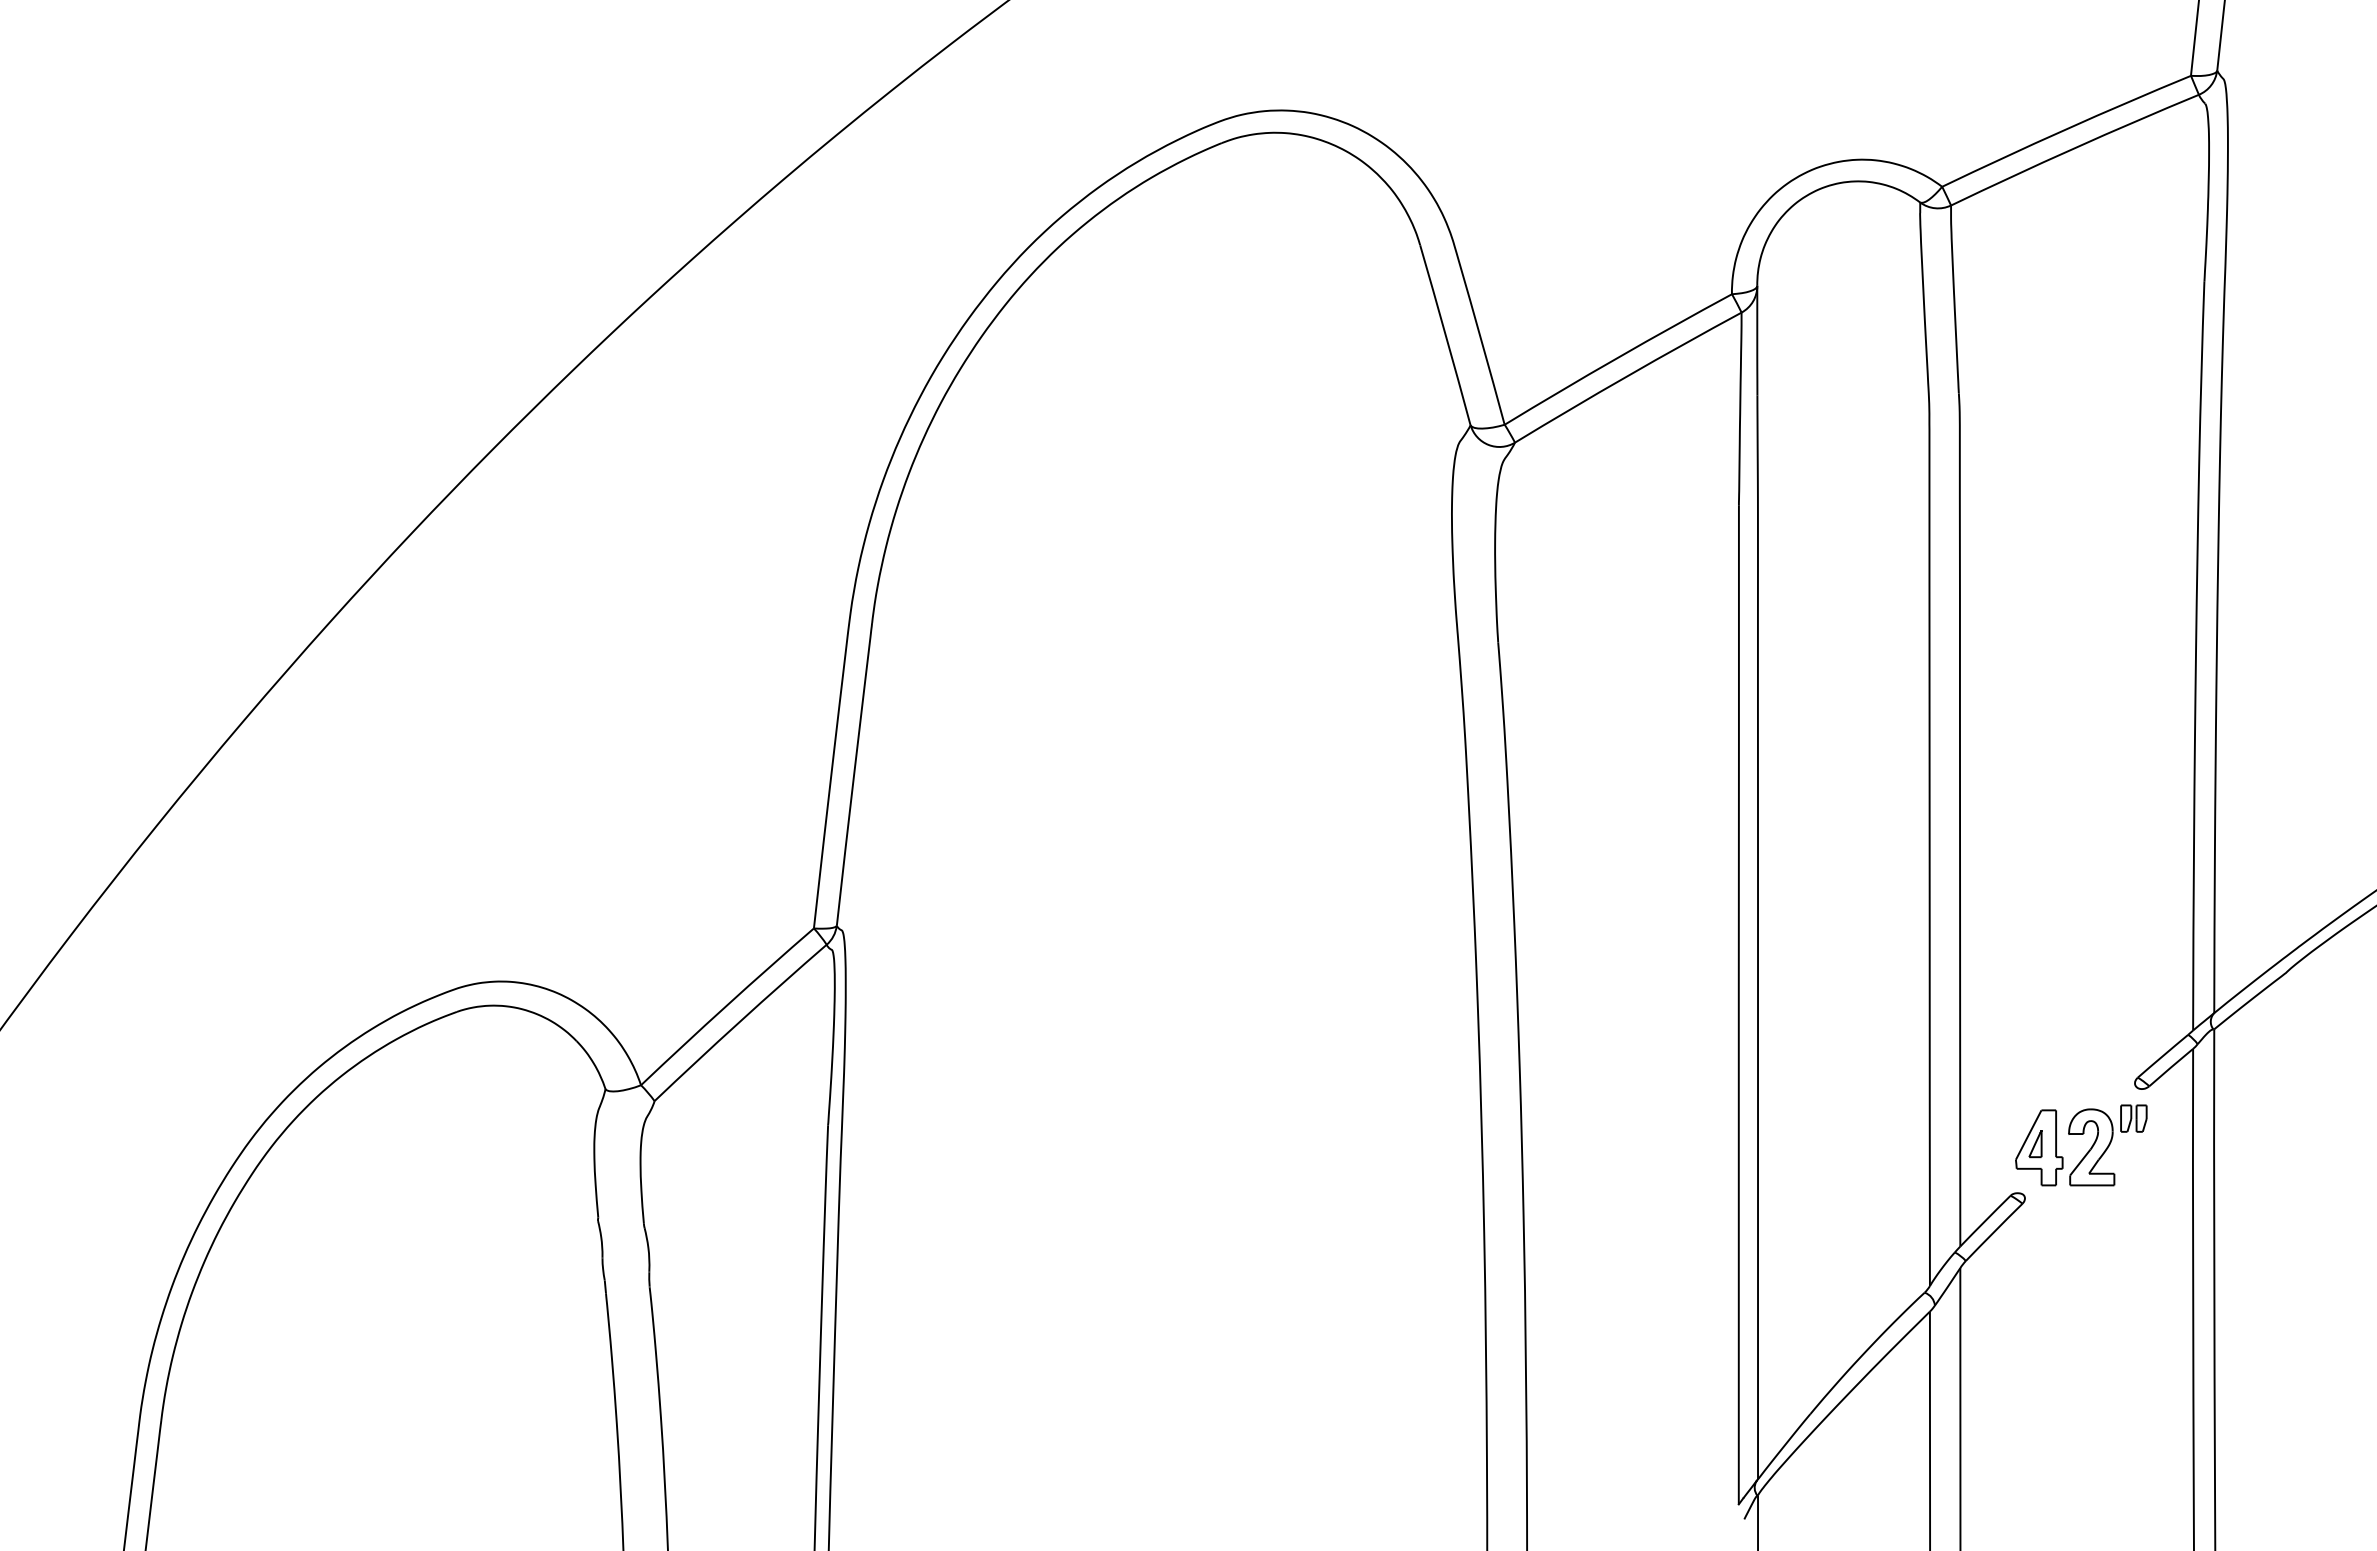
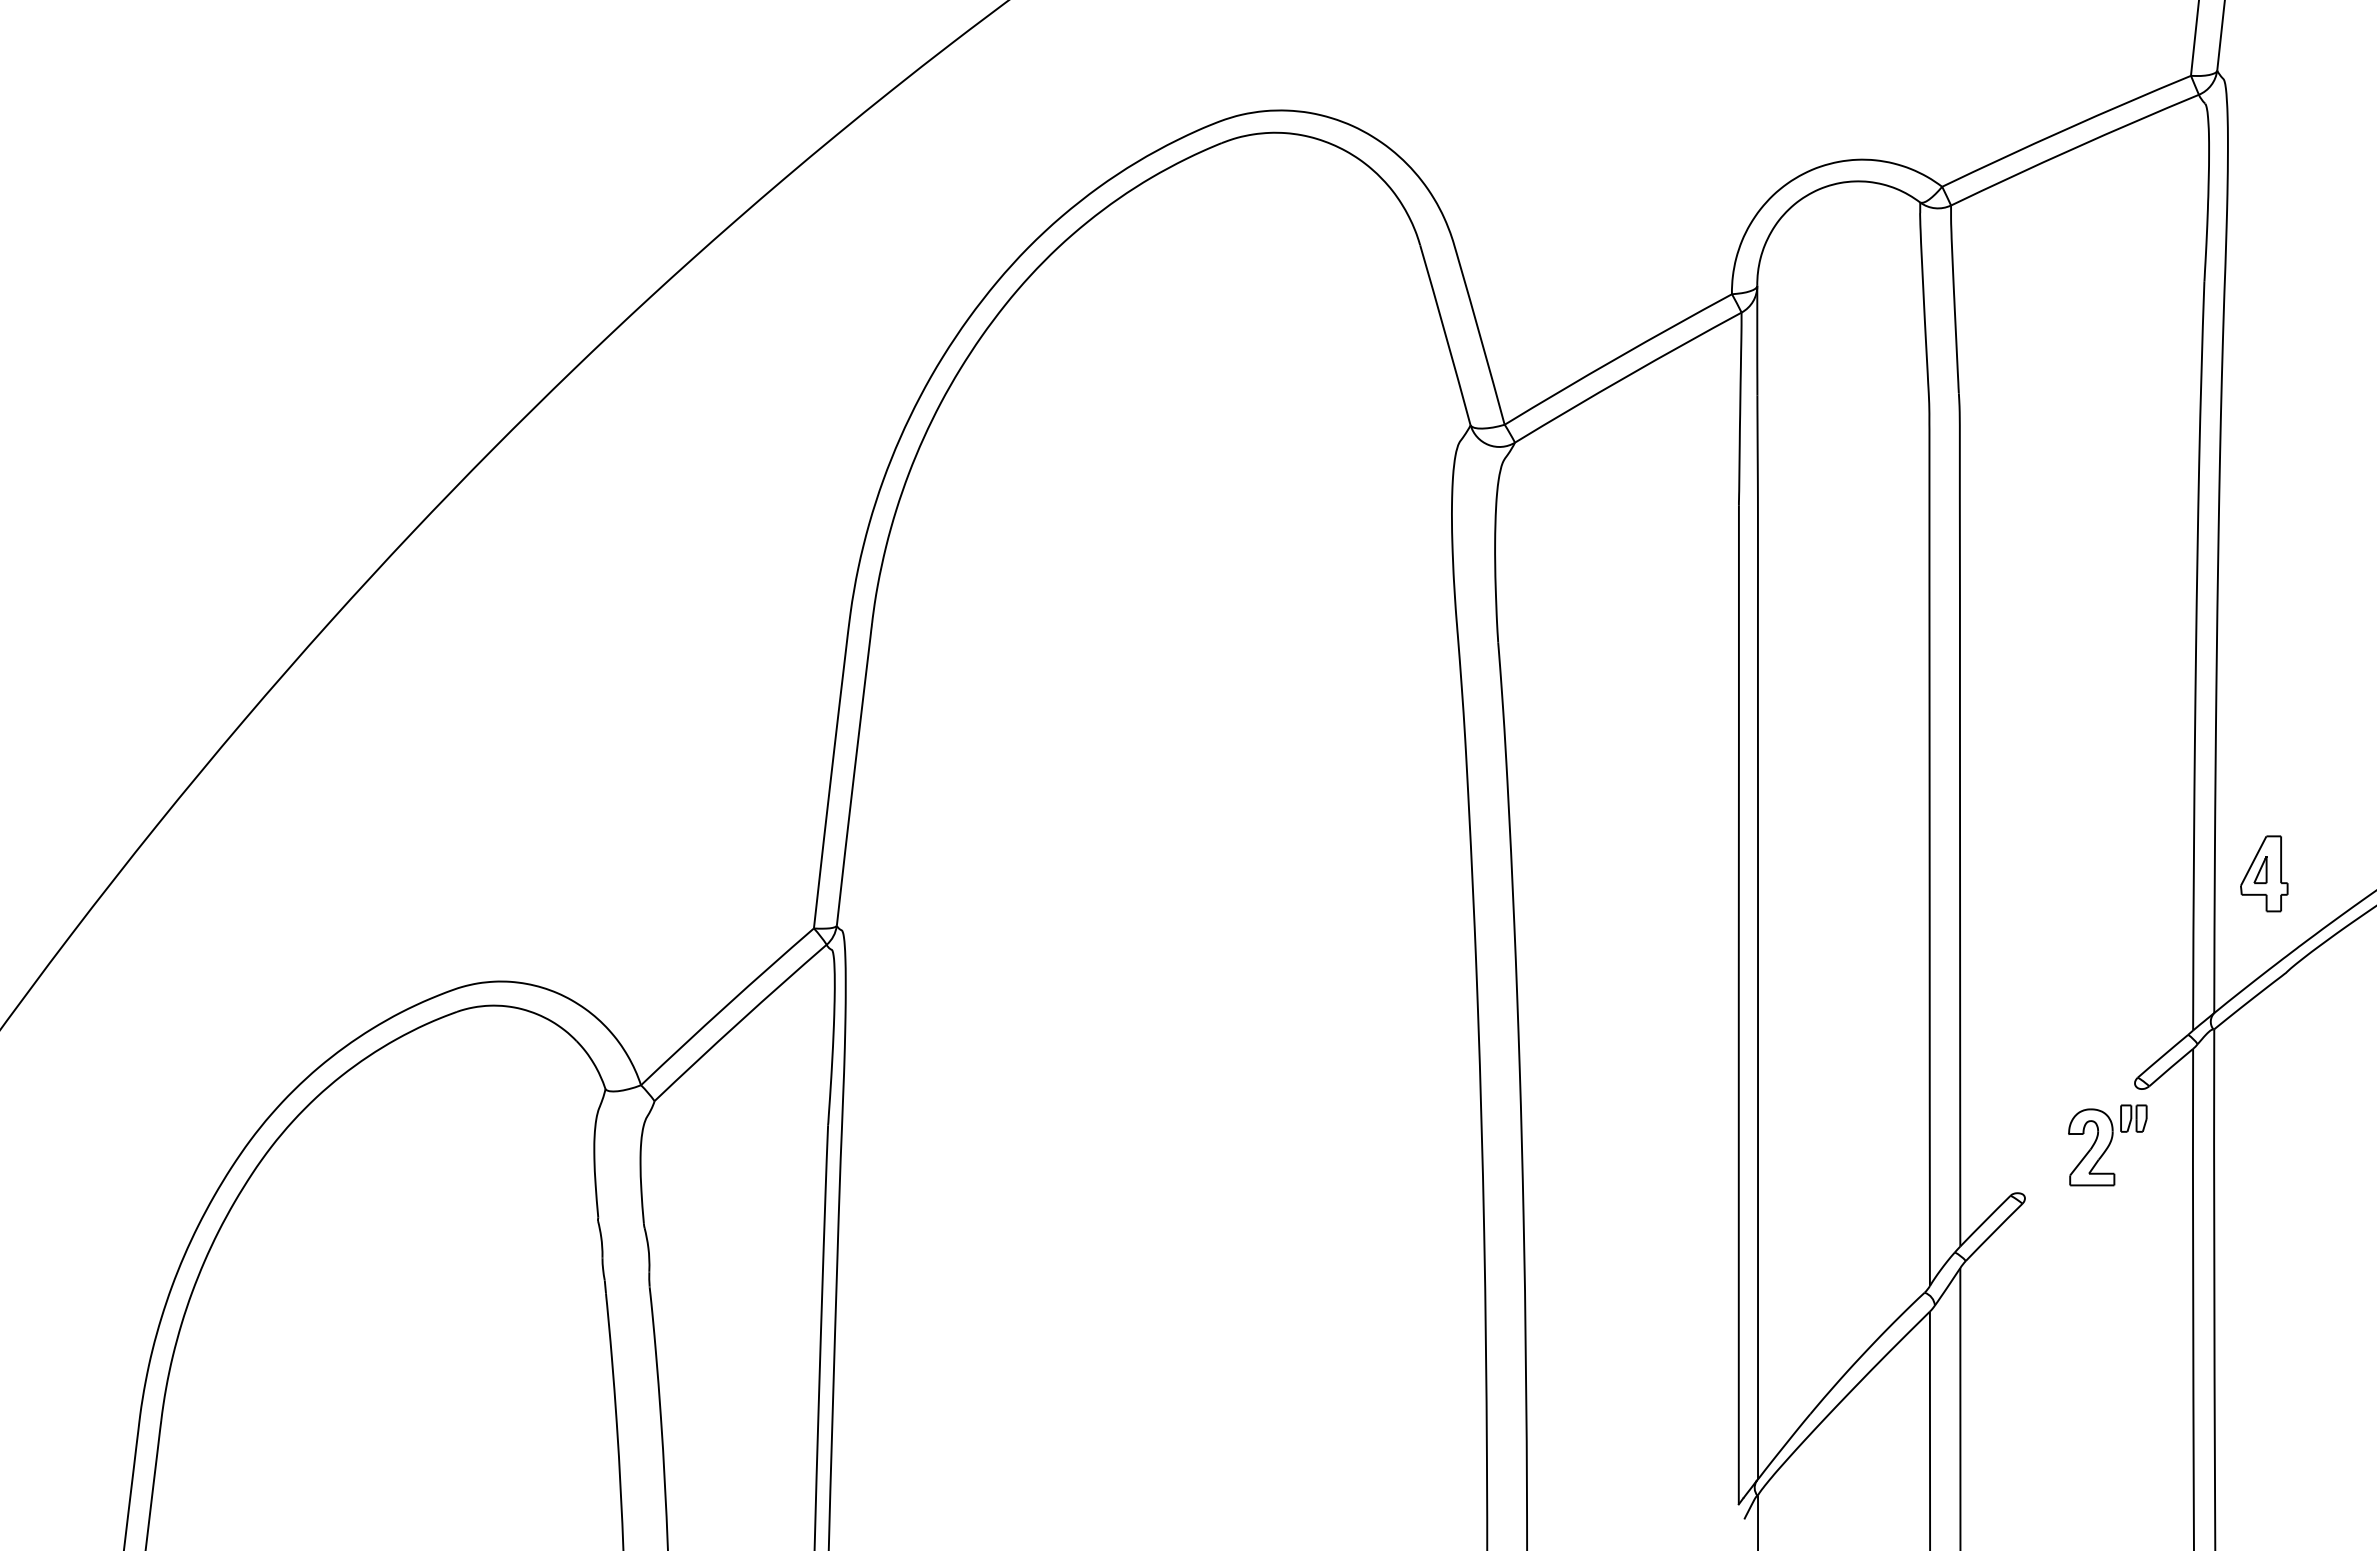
part at (2039, 1147) position: (2039, 1147) -> (2264, 873)
